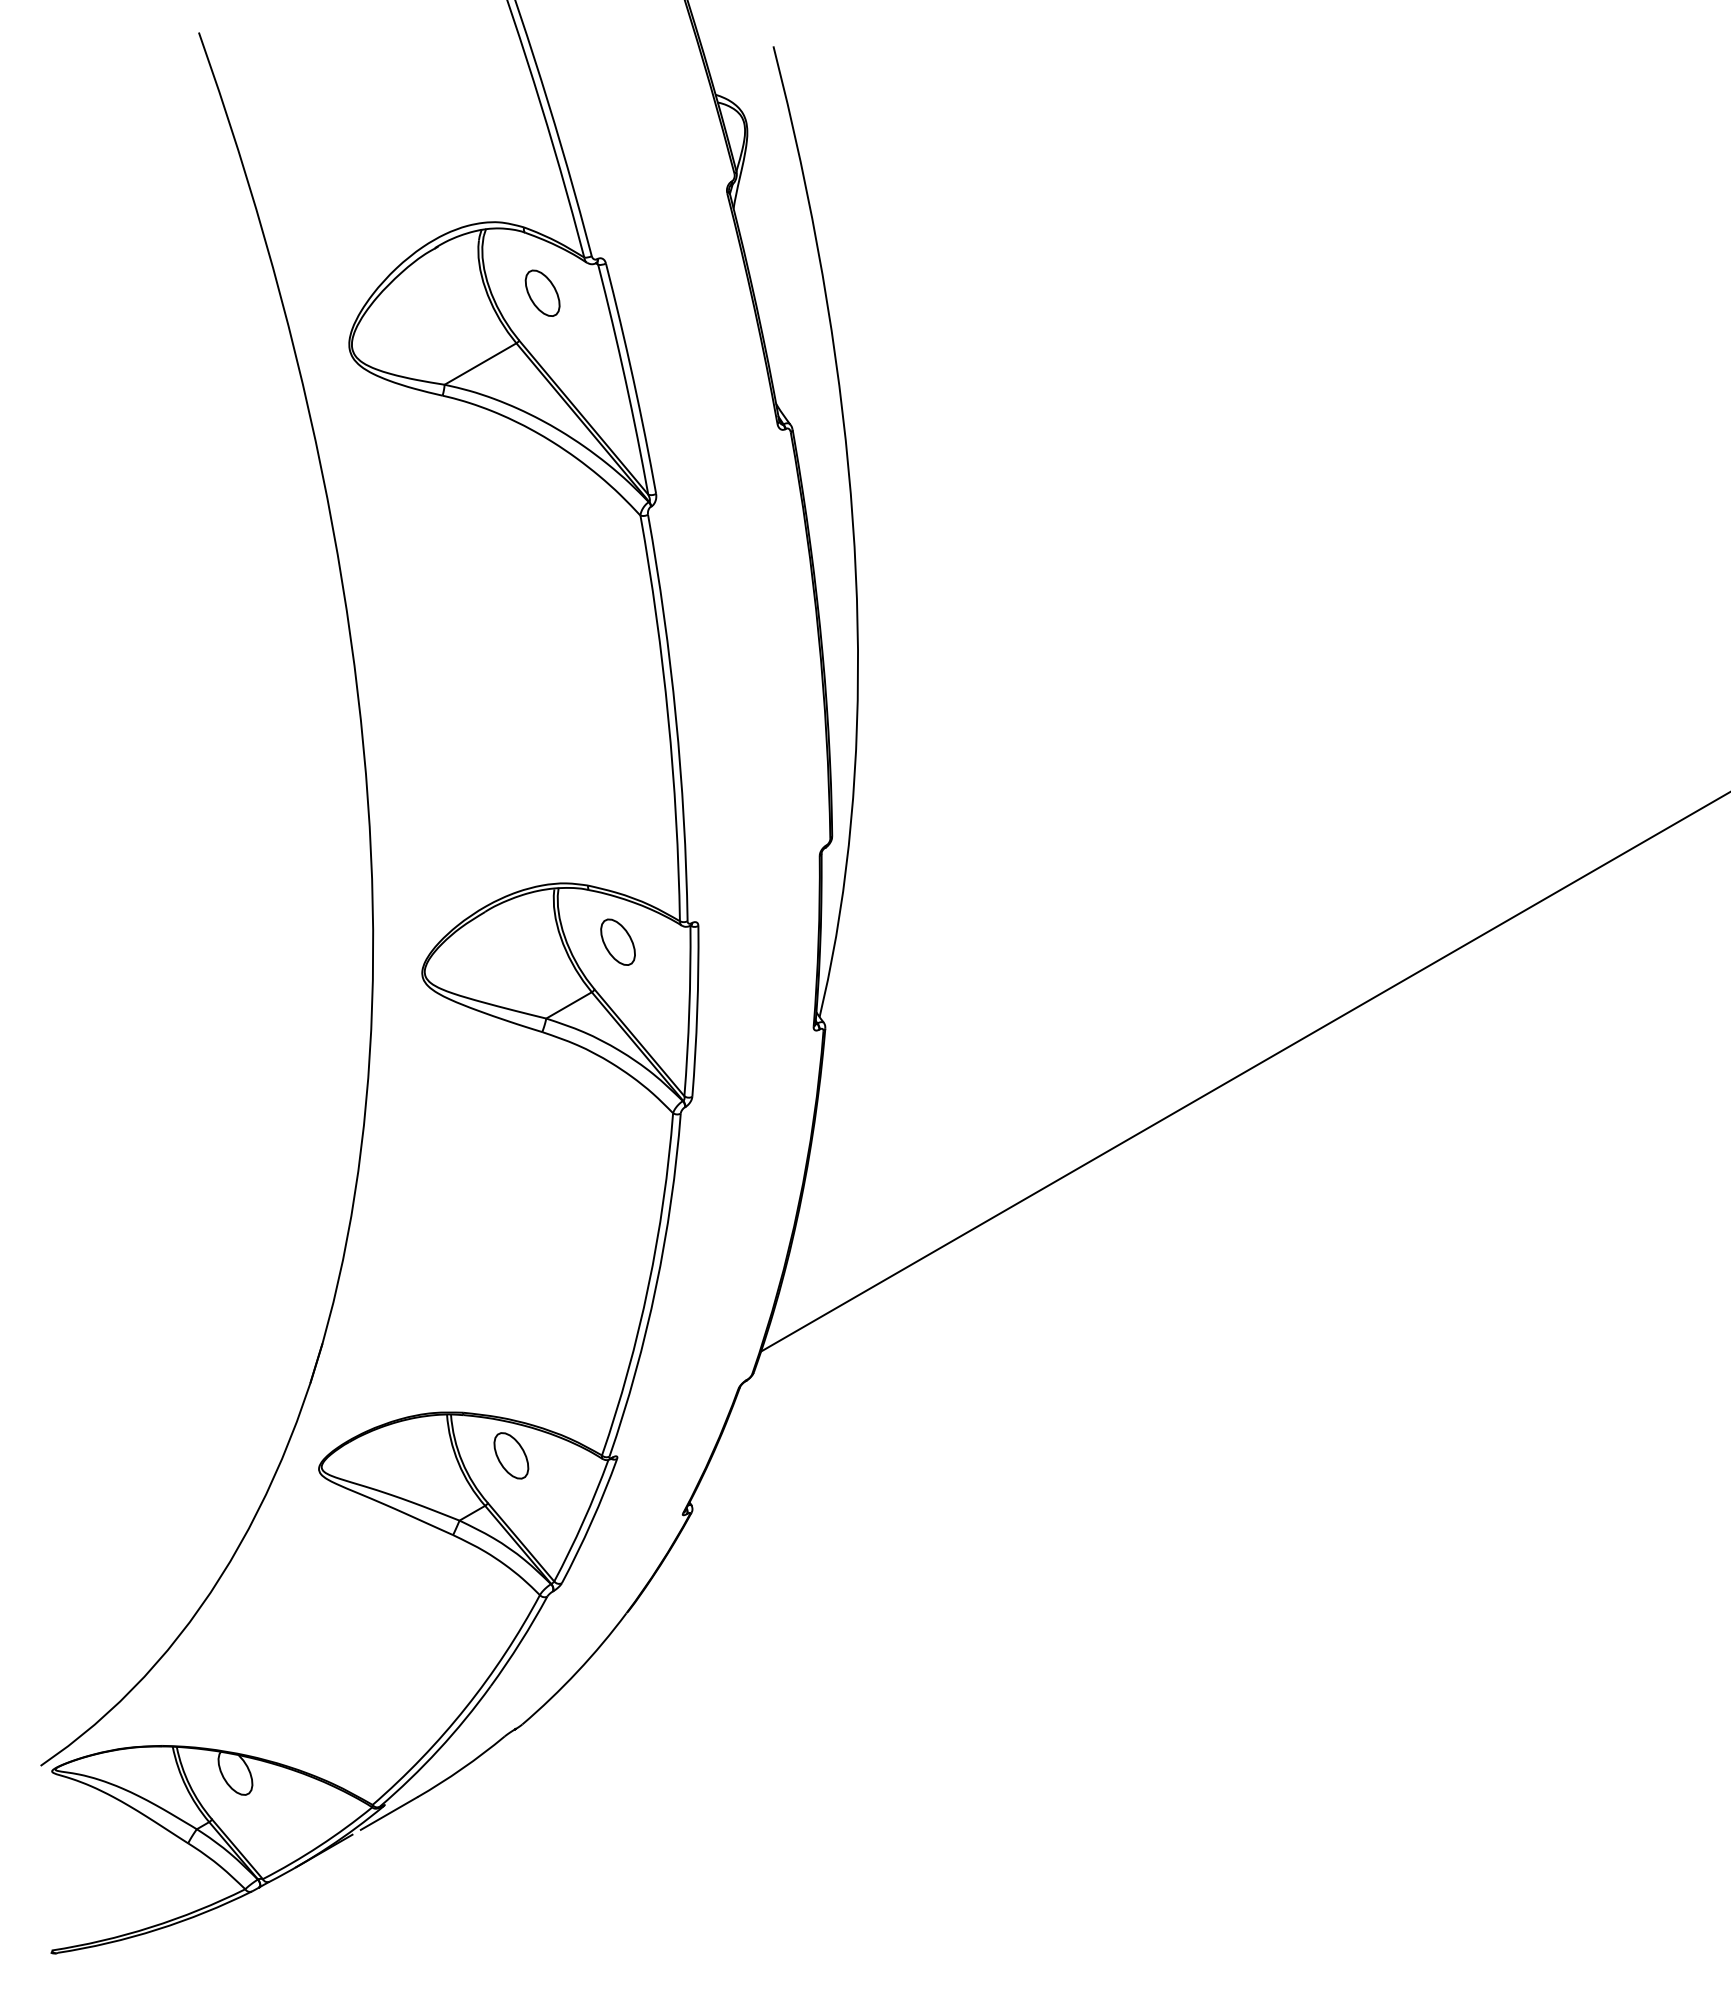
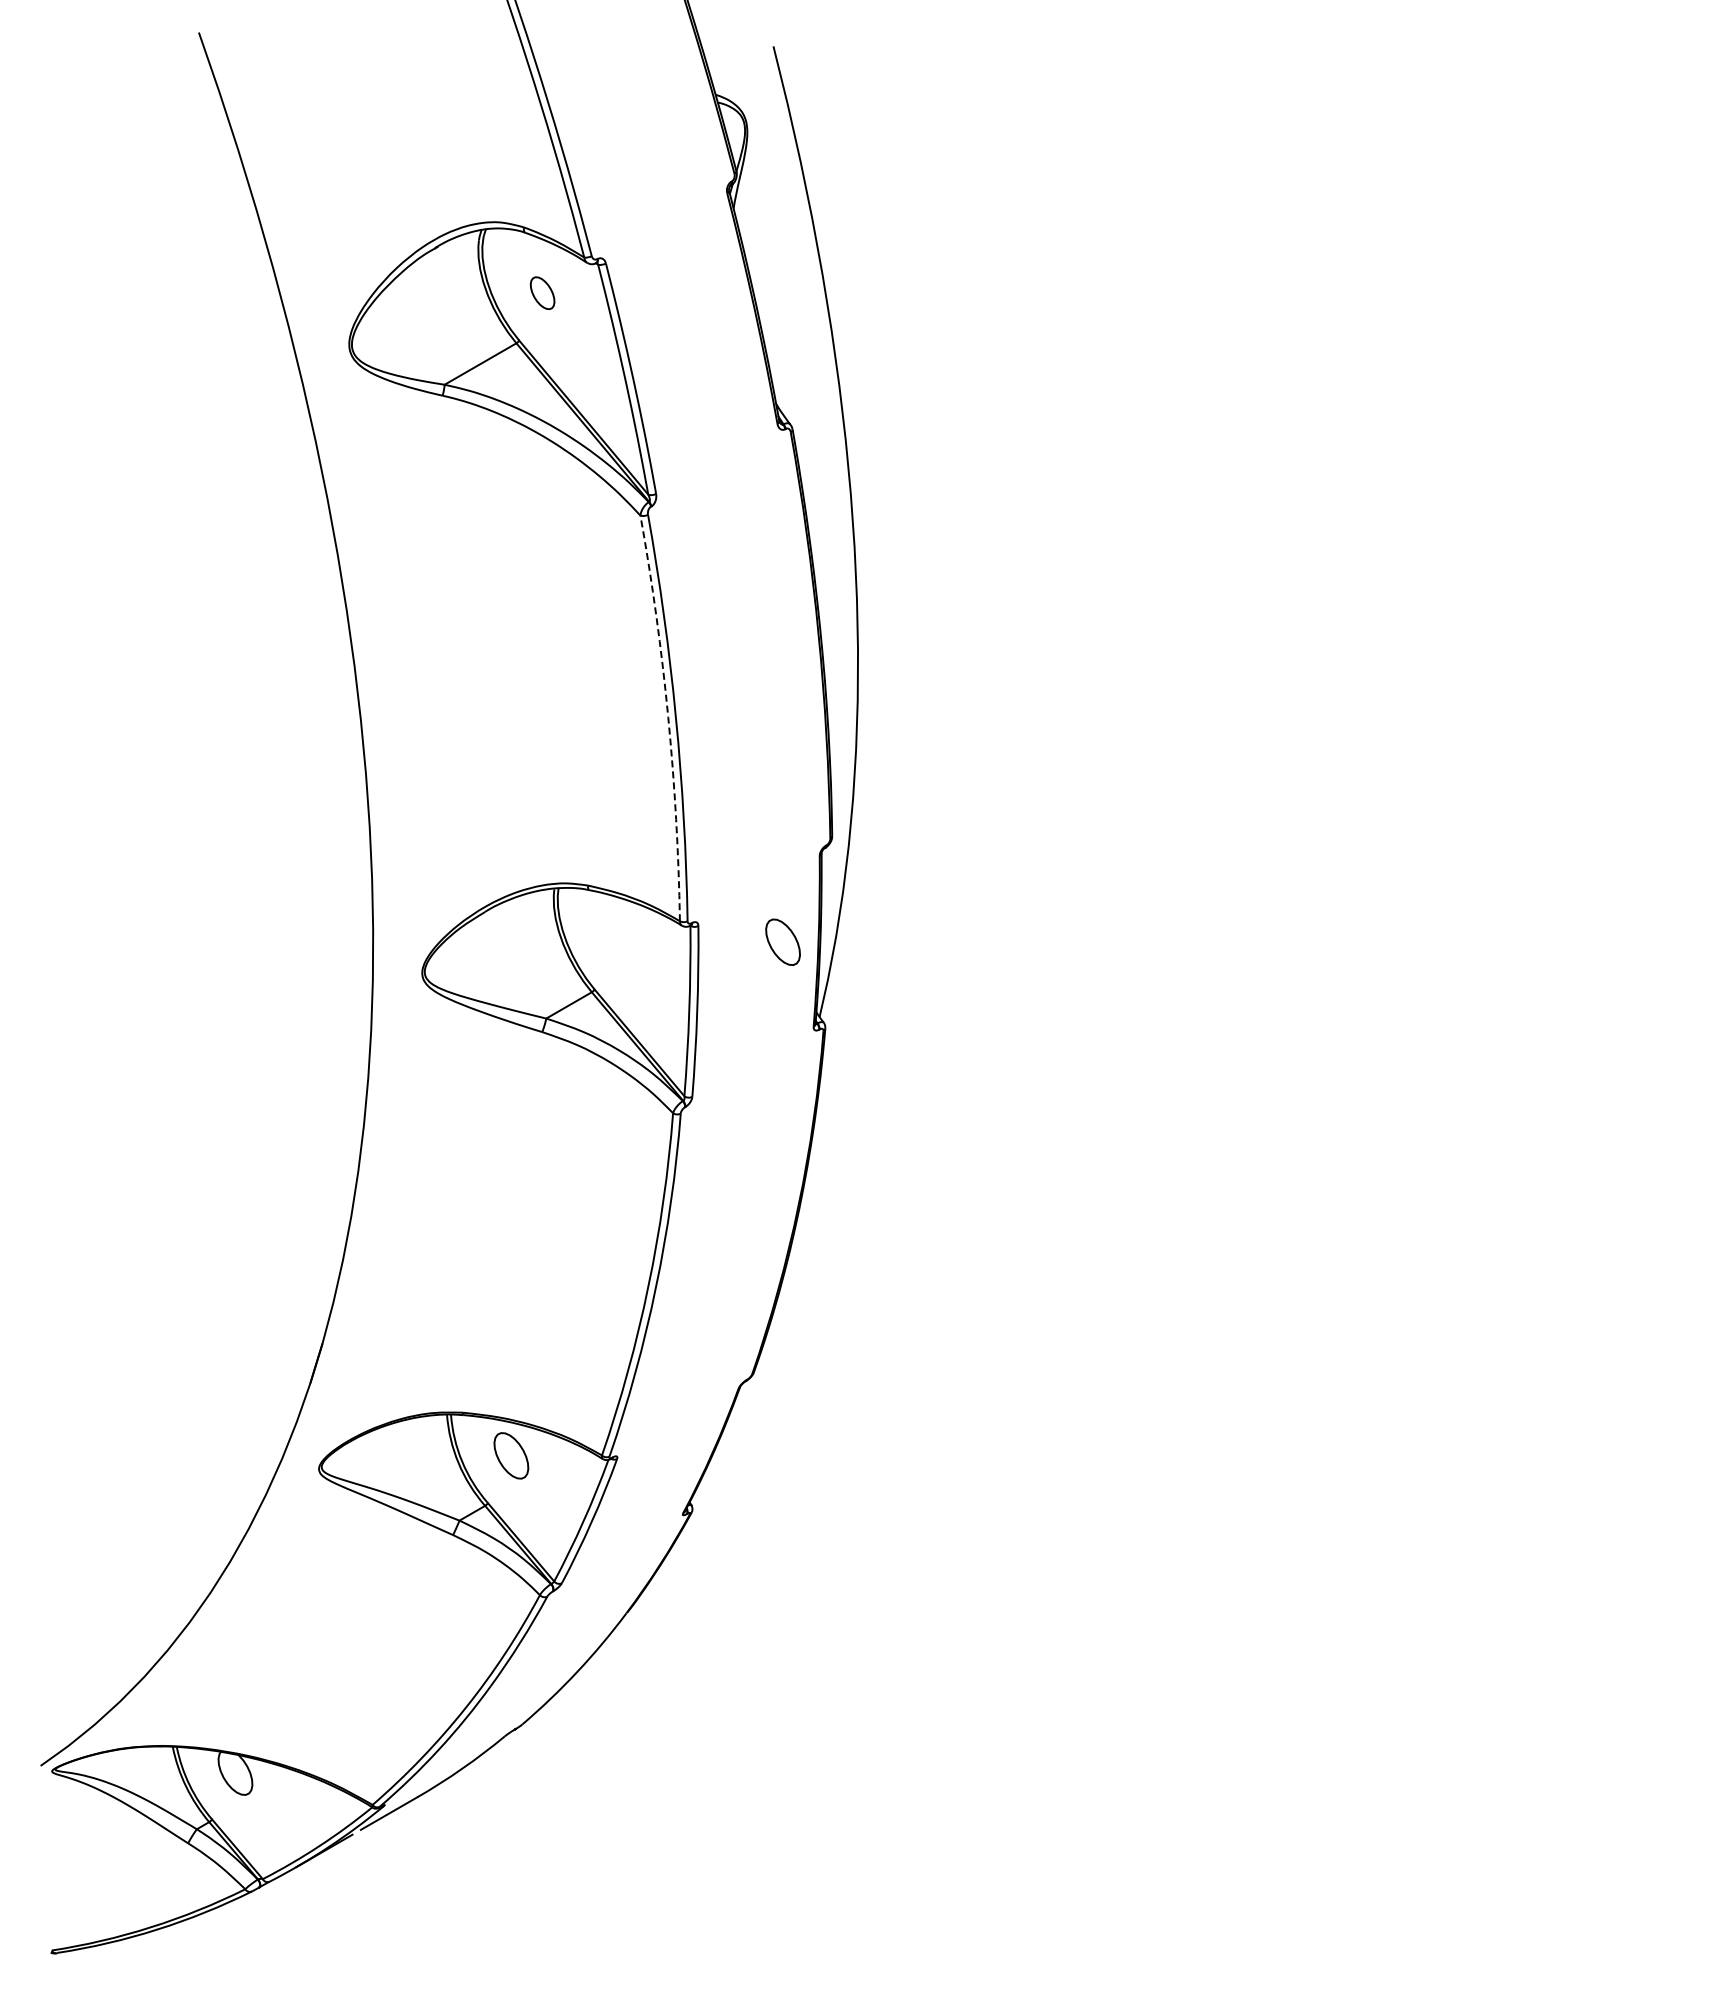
part at (542, 292) size: 37x48 px -> 27x35 px
arc at (668, 717): solid -> dashed
part at (617, 941) position: (617, 941) -> (782, 941)
line at (1244, 1072): present -> none
